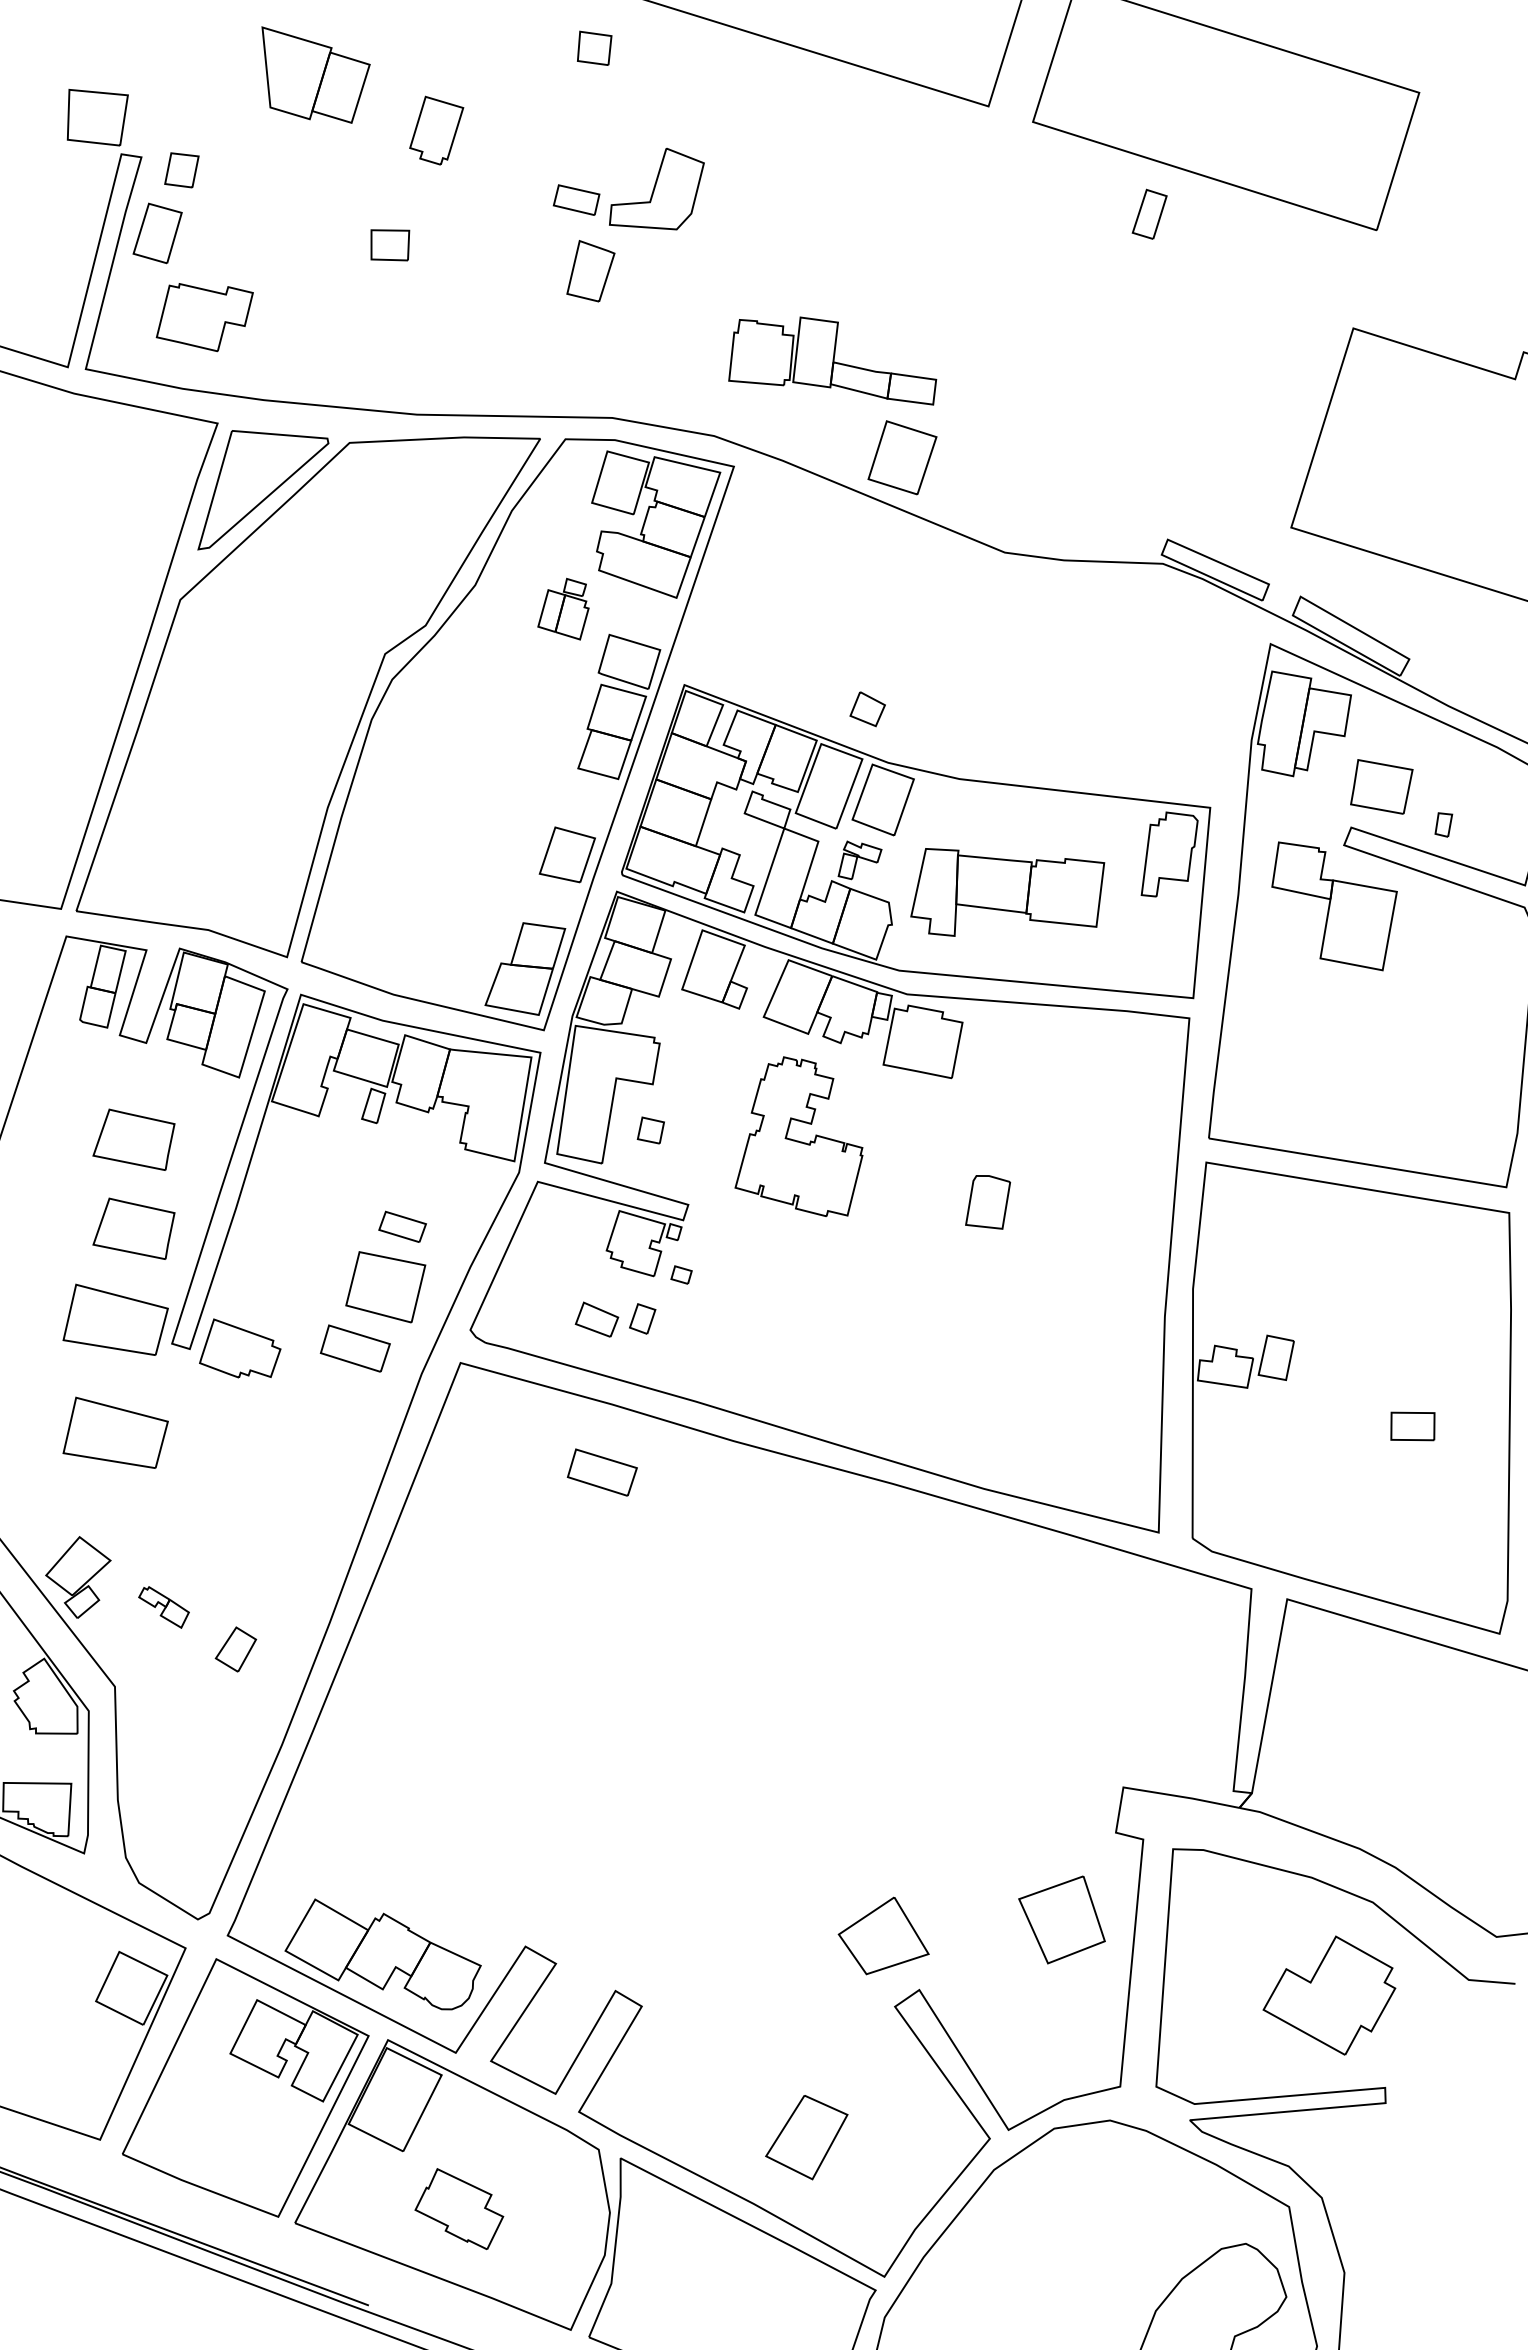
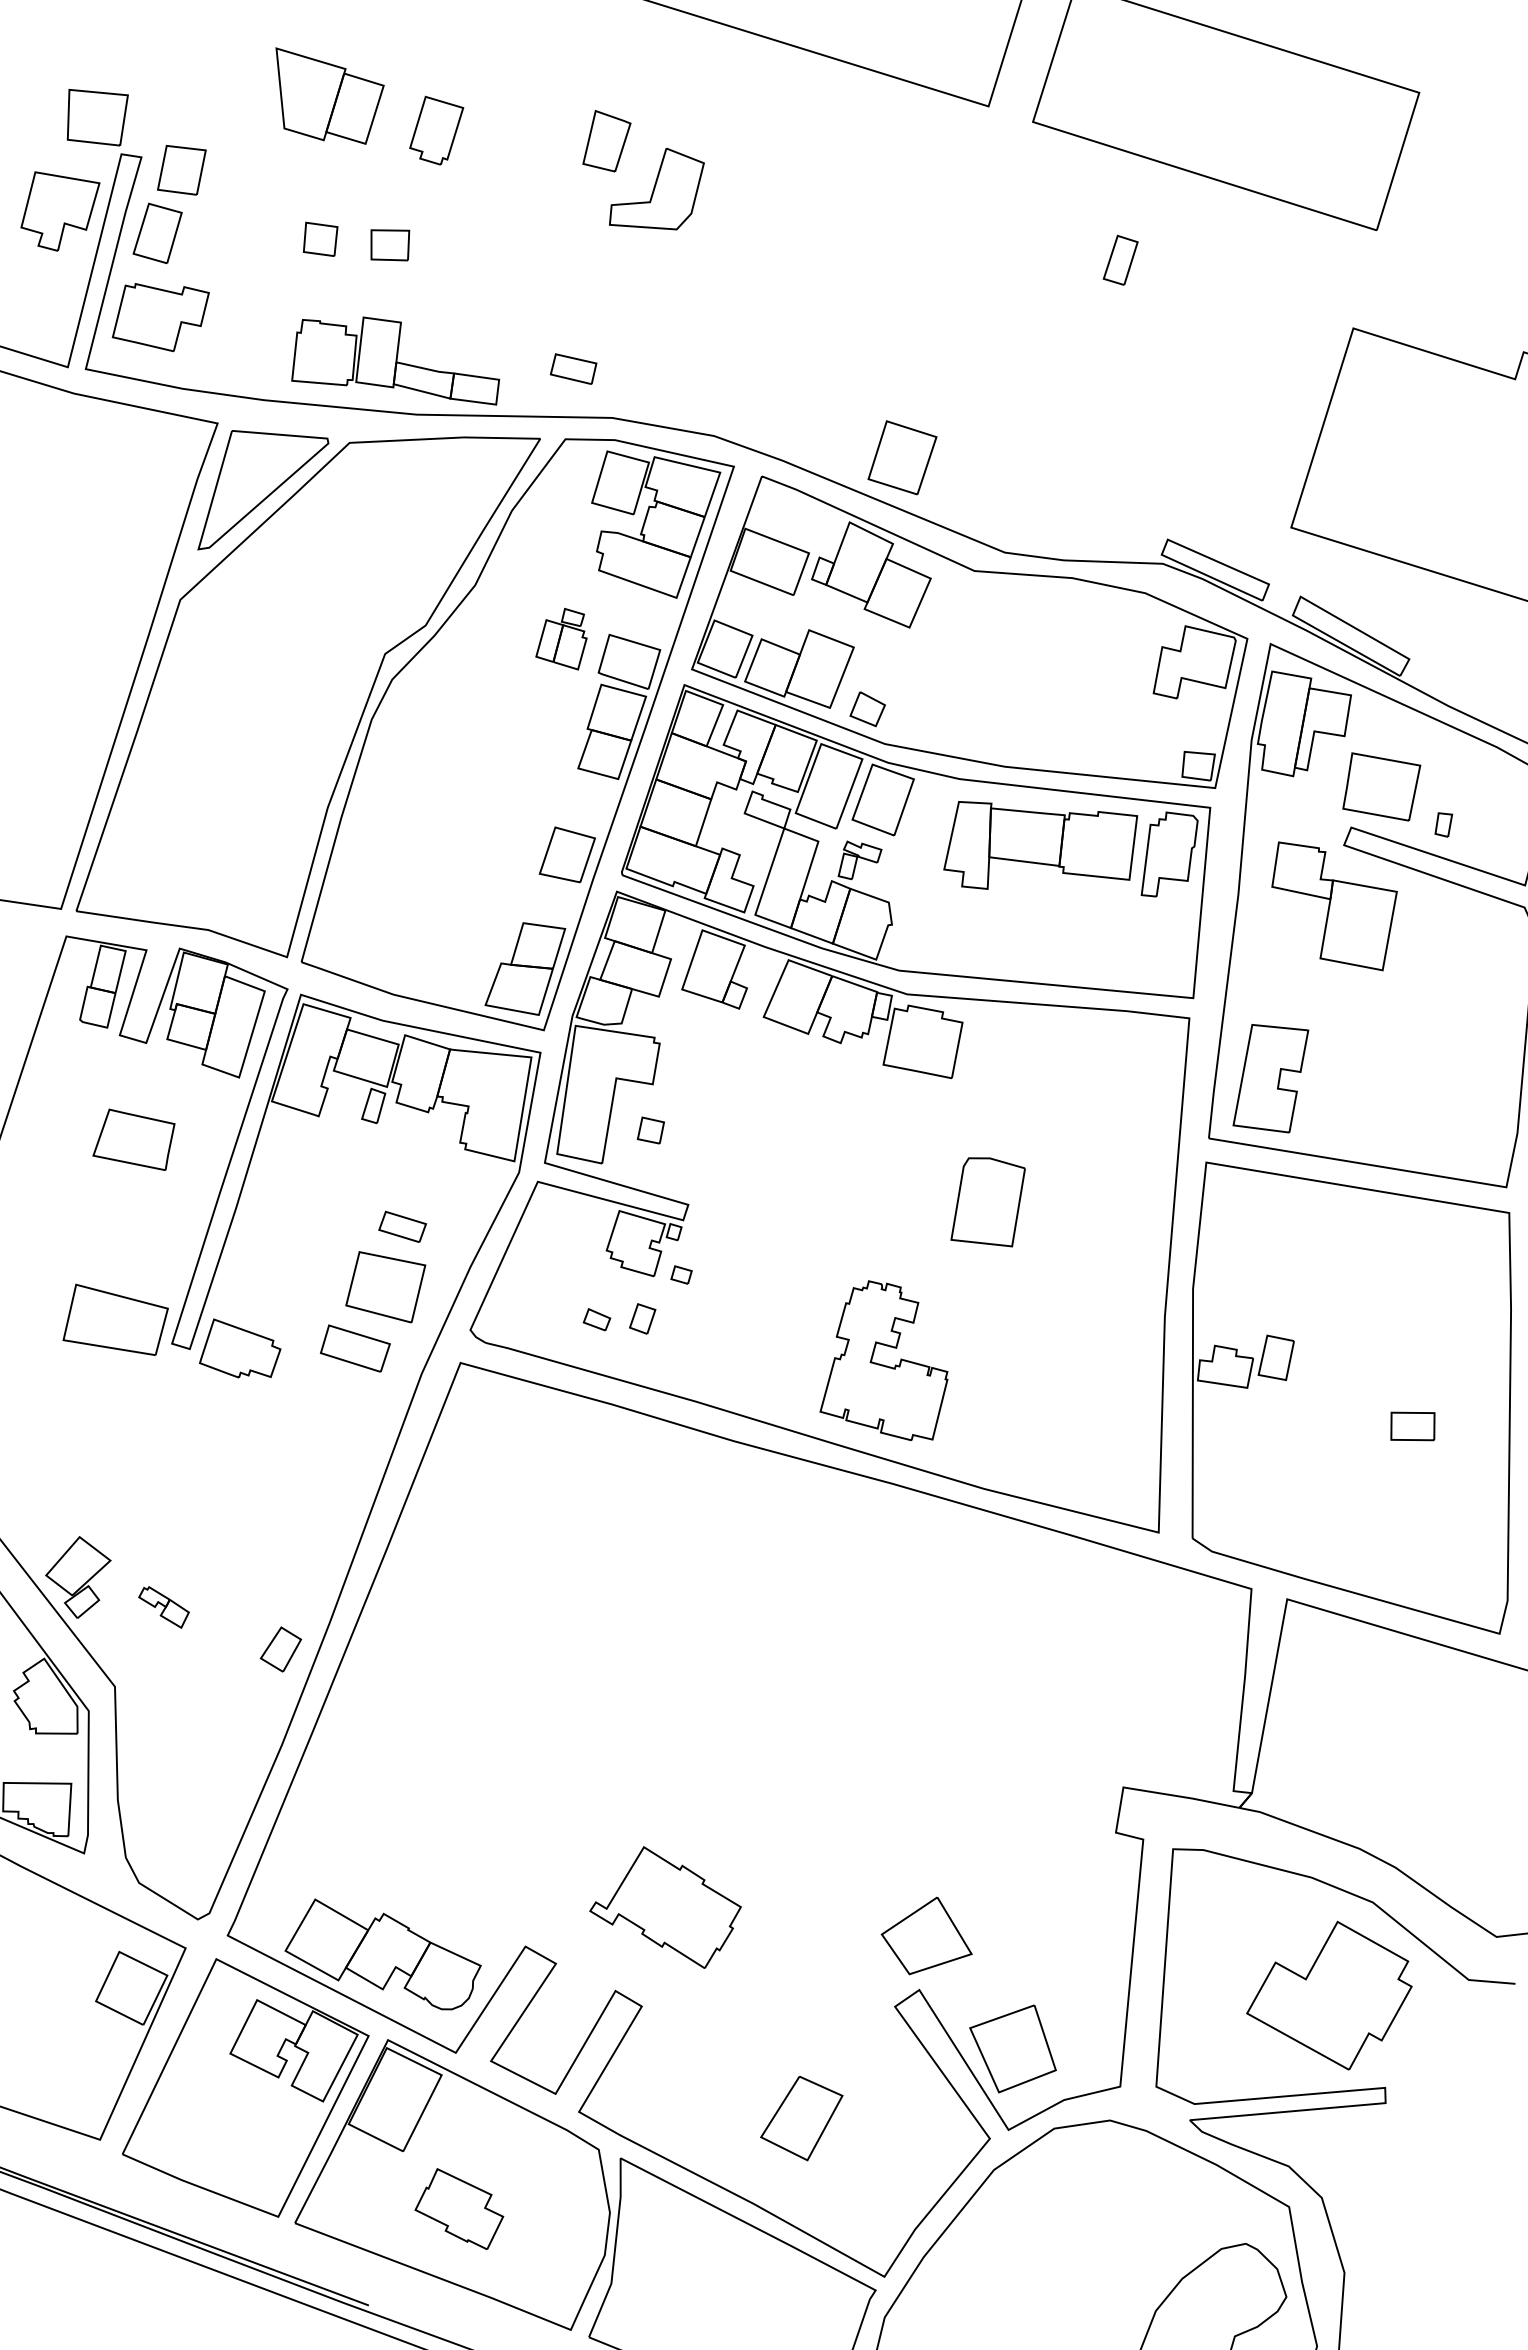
part at (594, 47) position: (594, 47) -> (320, 238)
part at (315, 74) position: (315, 74) -> (329, 95)
part at (181, 170) size: 36x37 px -> 50x51 px
part at (576, 199) position: (576, 199) -> (573, 368)
part at (60, 211): none -> present
part at (1149, 213) position: (1149, 213) -> (1120, 259)
part at (590, 271) position: (590, 271) -> (606, 141)
part at (204, 317) position: (204, 317) -> (160, 317)
part at (832, 360) position: (832, 360) -> (395, 360)
part at (563, 608) position: (563, 608) -> (561, 638)
part at (969, 631): none -> present
part at (1381, 786) size: 64x56 px -> 80x70 px
part at (1007, 892) position: (1007, 892) -> (1040, 845)
part at (1270, 1078): none -> present
part at (798, 1136) position: (798, 1136) -> (883, 1360)
part at (988, 1202) size: 47x55 px -> 76x91 px
part at (133, 1228): present -> none
part at (596, 1319) size: 46x37 px -> 30x24 px
part at (115, 1432): present -> none
part at (601, 1472): present -> none
part at (235, 1649) position: (235, 1649) -> (280, 1649)
part at (665, 1907): none -> present
part at (1061, 1919) position: (1061, 1919) -> (1012, 2048)
part at (883, 1935) position: (883, 1935) -> (926, 1935)
part at (1329, 1995) size: 135x121 px -> 167x151 px
part at (806, 2137) position: (806, 2137) -> (801, 2118)
